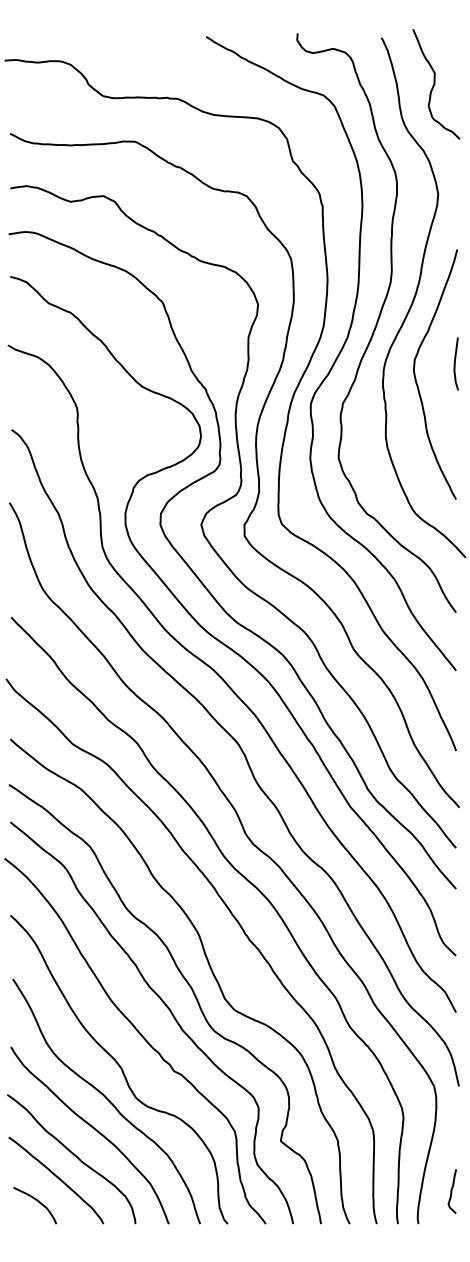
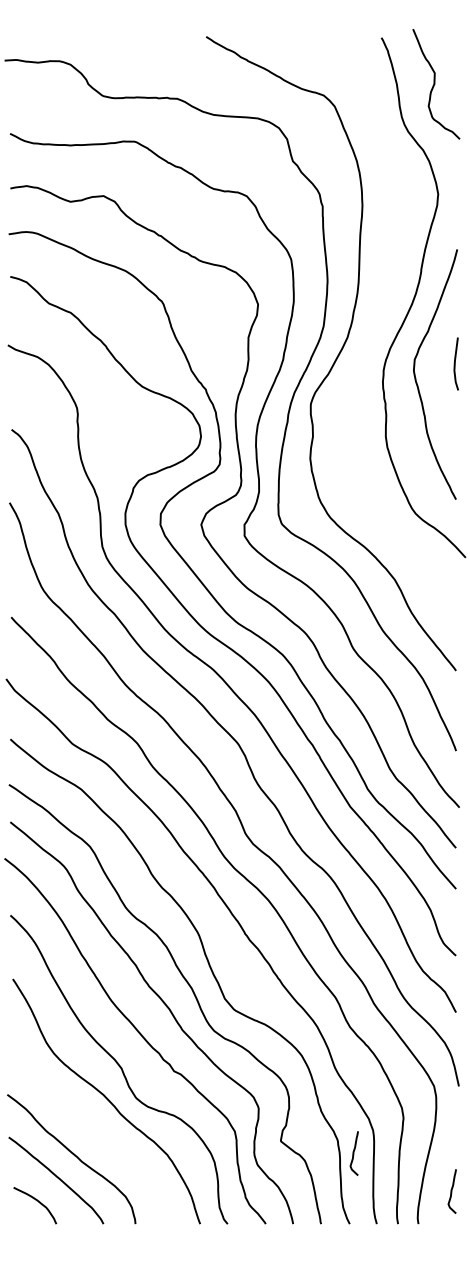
curve at (376, 322): present -> none
curve at (93, 1129): present -> none
curve at (353, 1153): none -> present
